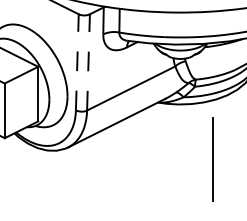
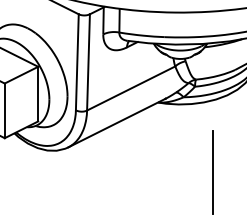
line at (77, 61): dashed -> solid
line at (88, 61): dashed -> solid
line at (212, 159) position: (212, 159) -> (212, 172)
